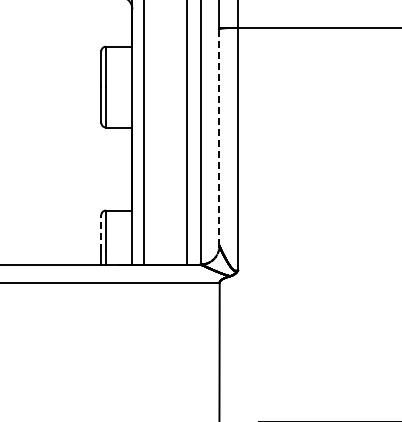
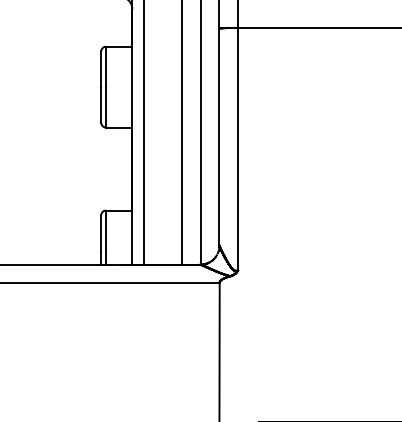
line at (187, 133) position: (187, 133) -> (182, 133)
line at (219, 137): dashed -> solid
line at (101, 233): dashed -> solid
